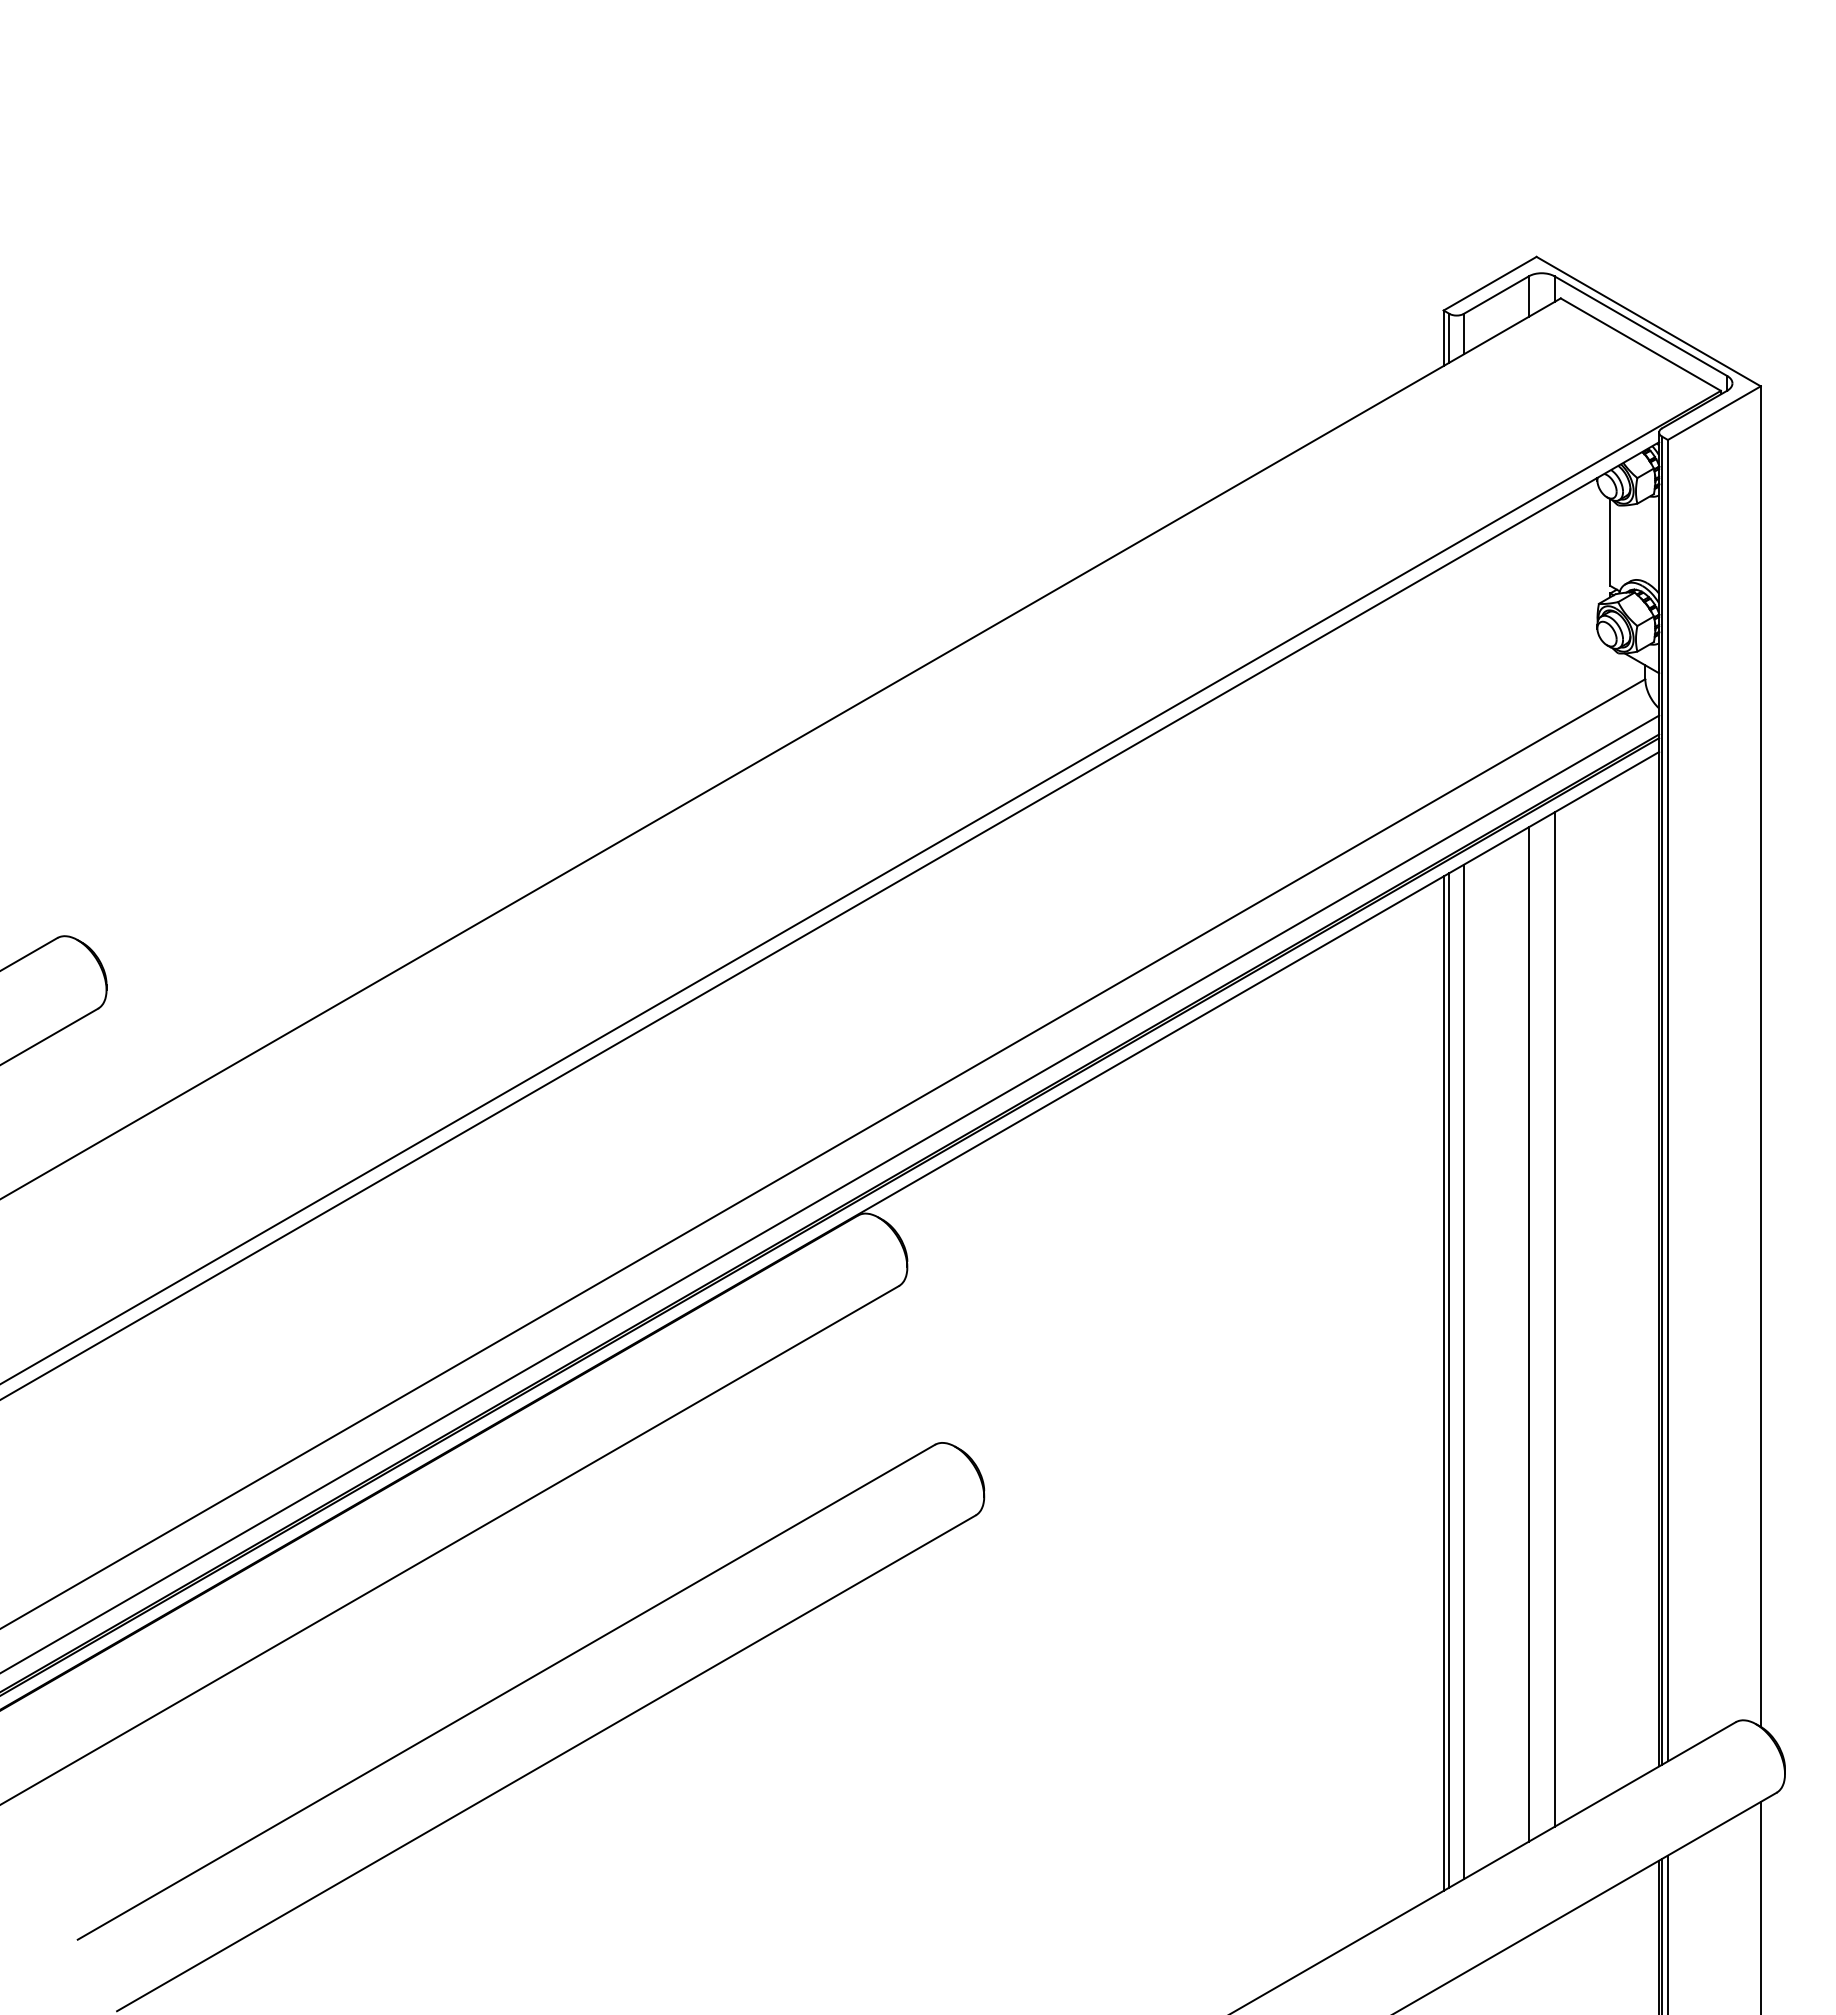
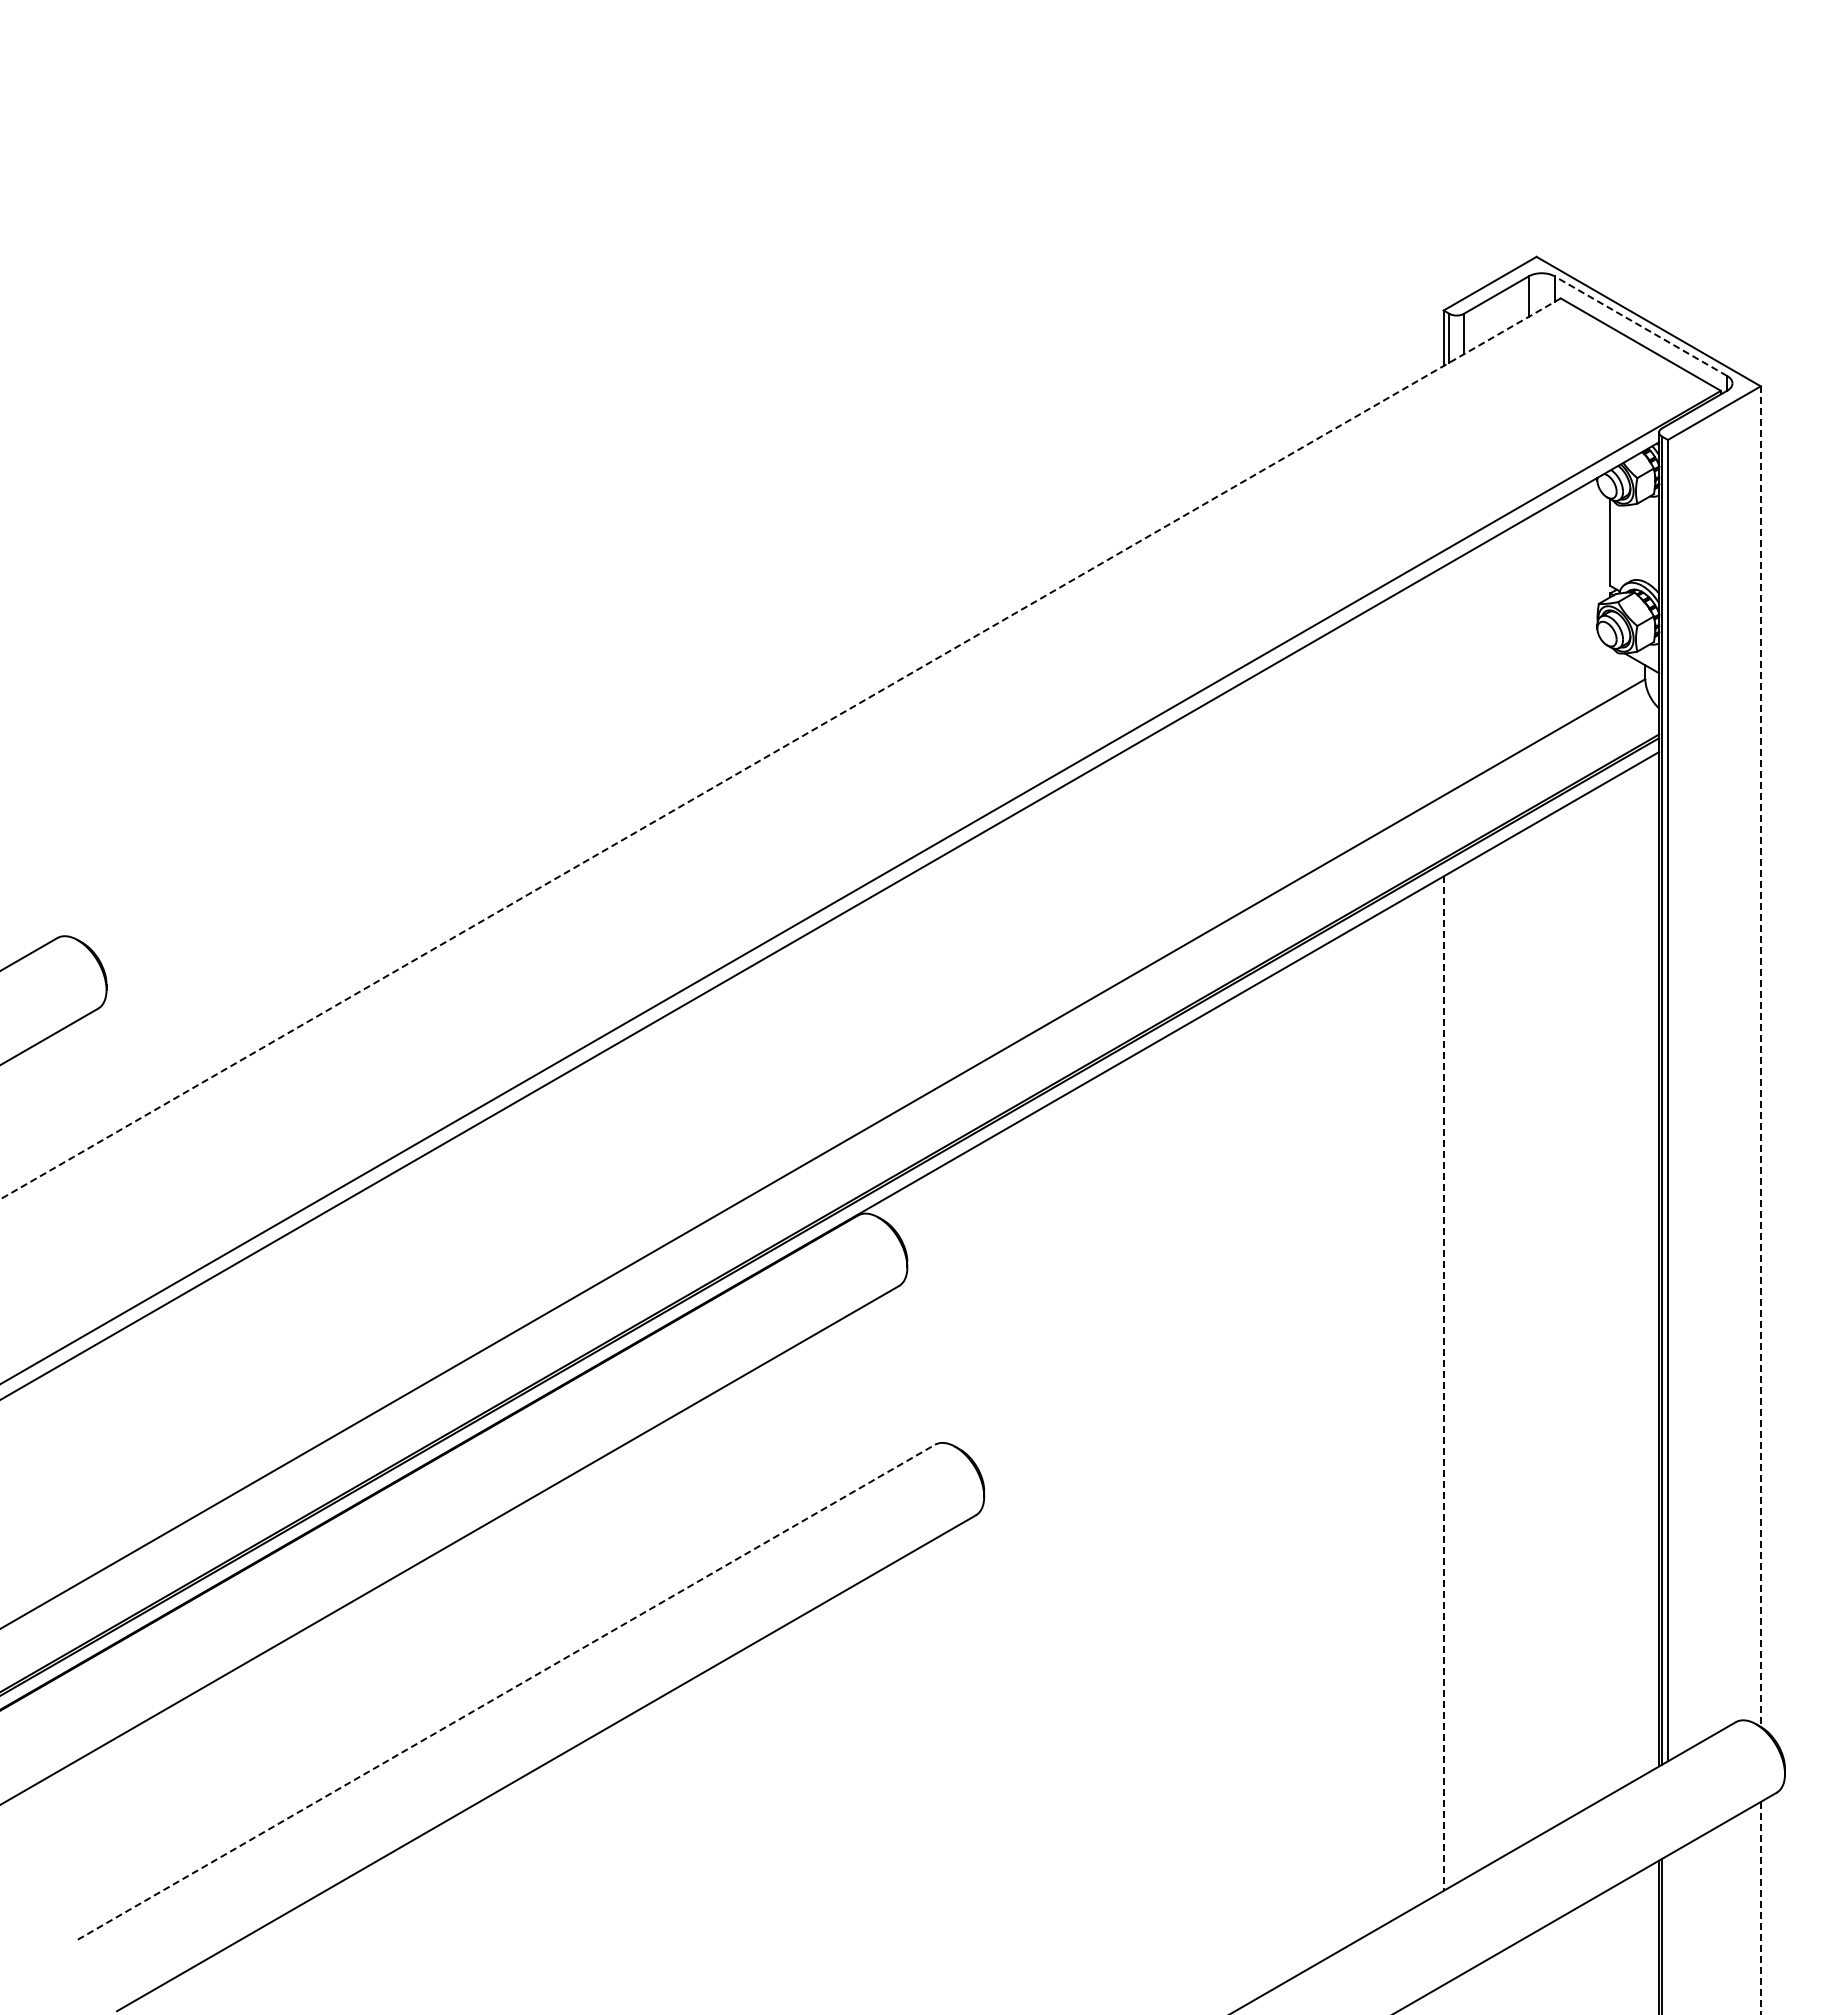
line at (1640, 326): solid -> dashed
line at (780, 748): solid -> dashed
line at (1760, 1057): solid -> dashed
line at (830, 1193): present -> none
line at (1554, 1319): present -> none
line at (1528, 1334): present -> none
line at (1463, 1371): present -> none
line at (1449, 1380): present -> none
line at (1443, 1384): solid -> dashed
line at (506, 1692): solid -> dashed
line at (1760, 1908): solid -> dashed
line at (1667, 1933): present -> none
